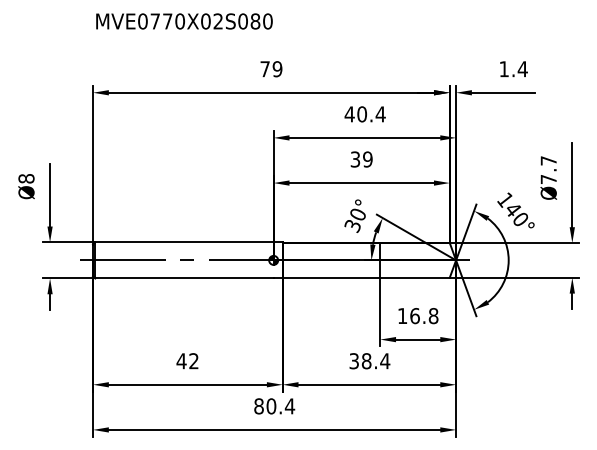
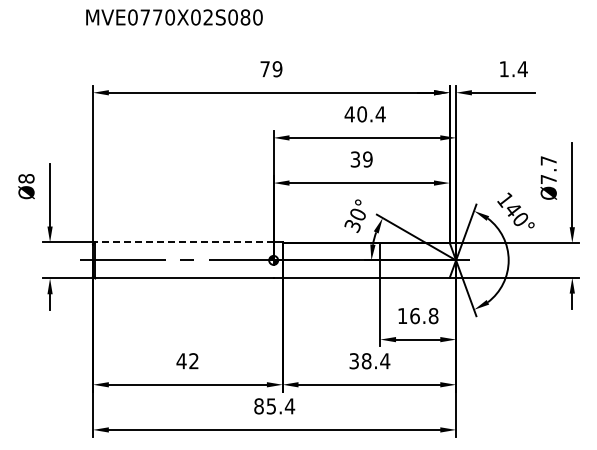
text at (184, 21) position: (184, 21) -> (174, 17)
line at (184, 242): solid -> dashed
text at (271, 406): 80.4 -> 85.4
